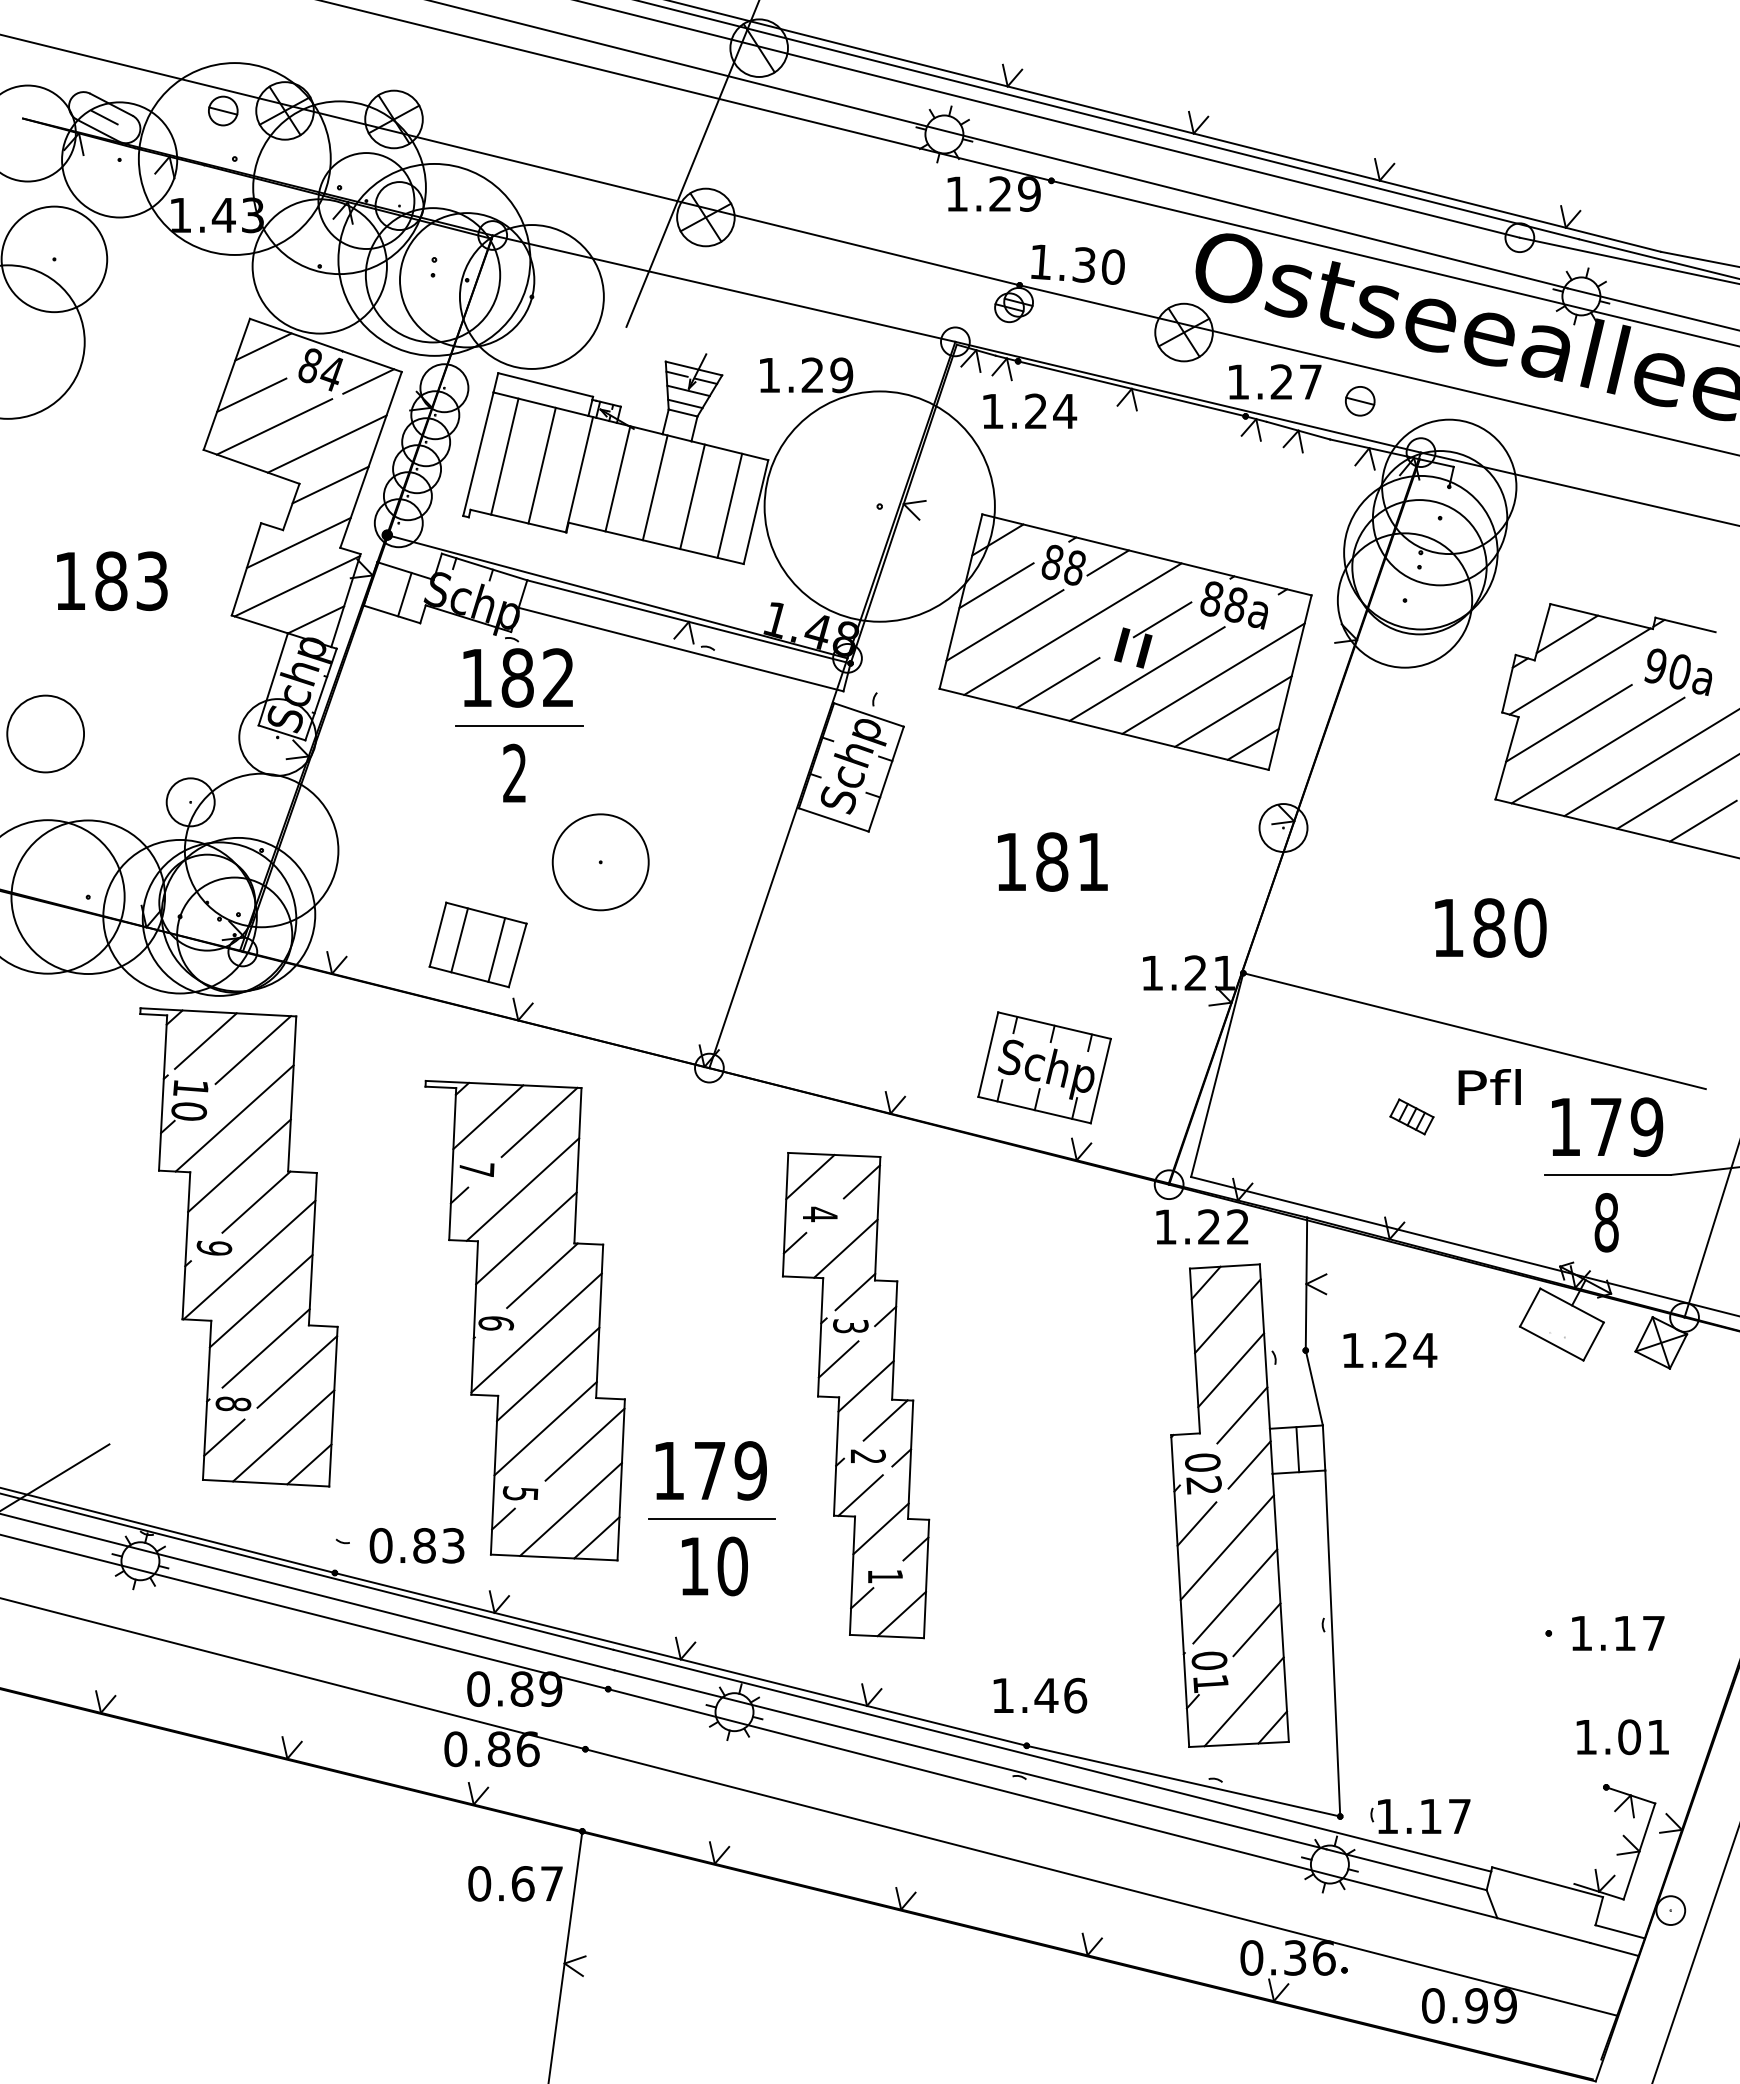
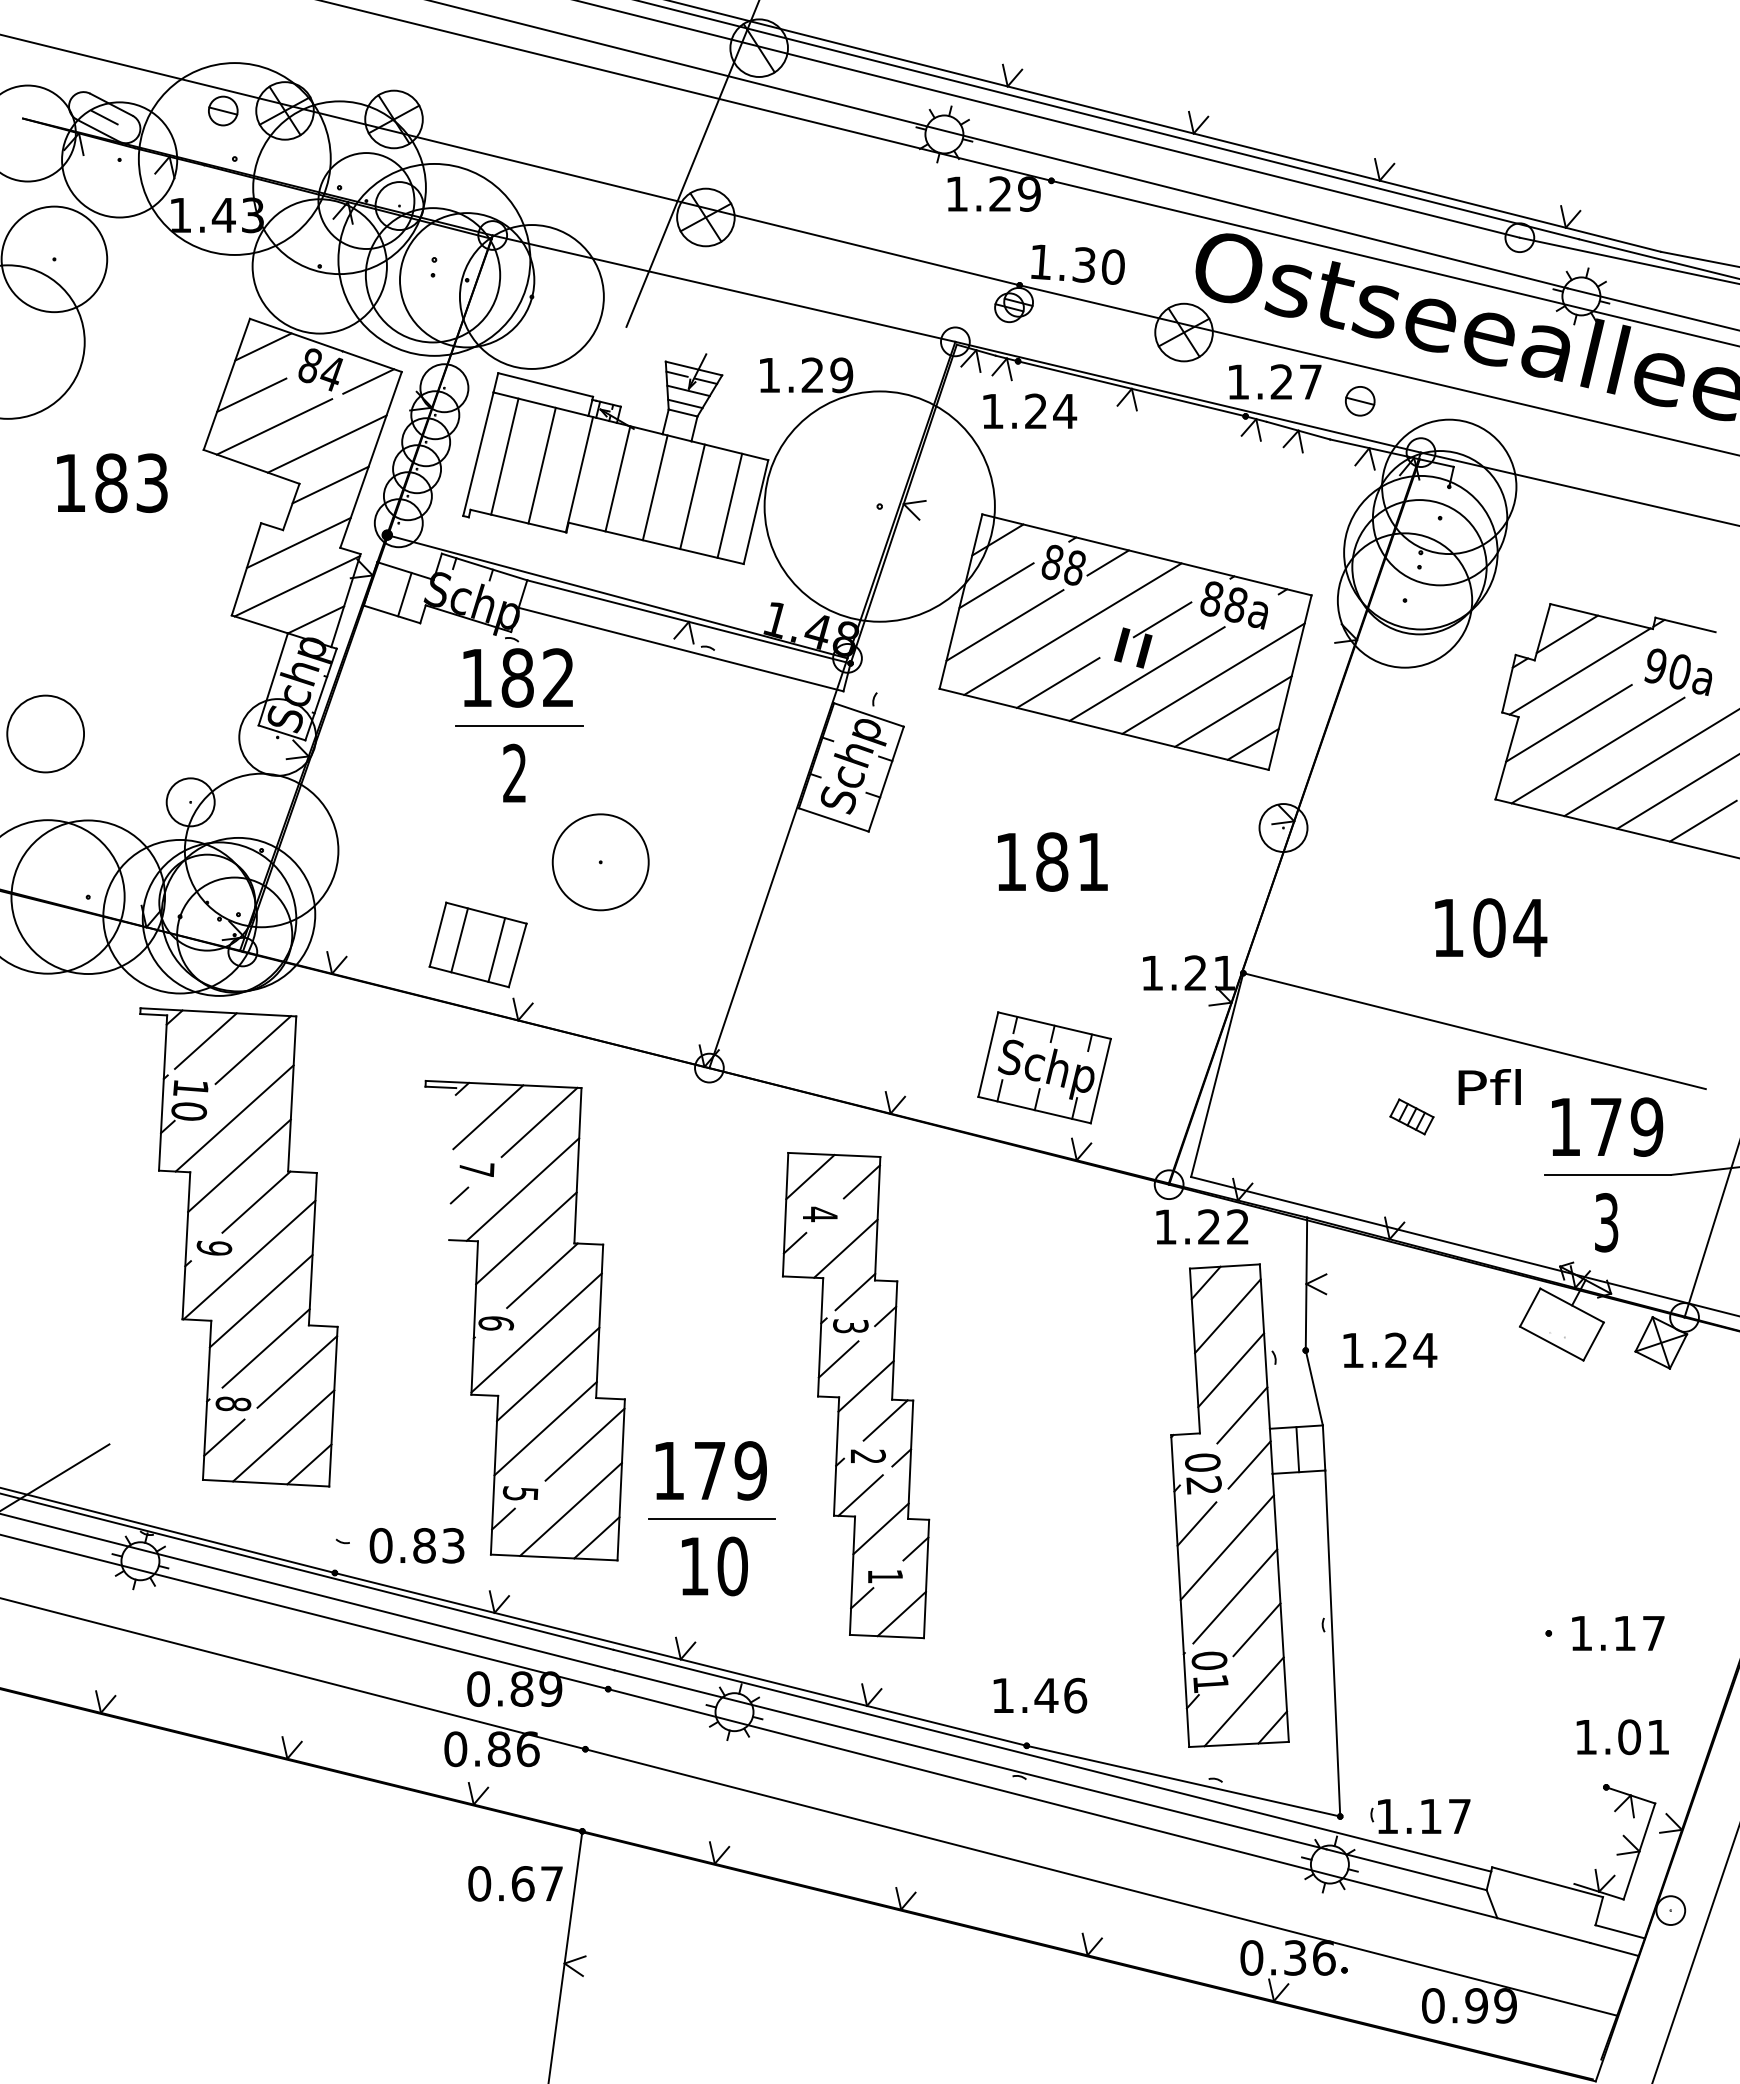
text at (112, 580) position: (112, 580) -> (112, 482)
text at (1510, 927): 180 -> 104
line at (452, 1164): present -> none
text at (1606, 1222): 8 -> 3
